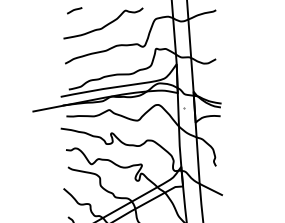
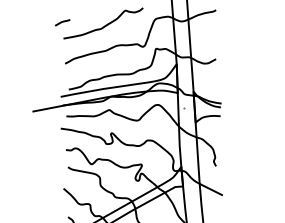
curve at (74, 10) position: (74, 10) -> (62, 22)
